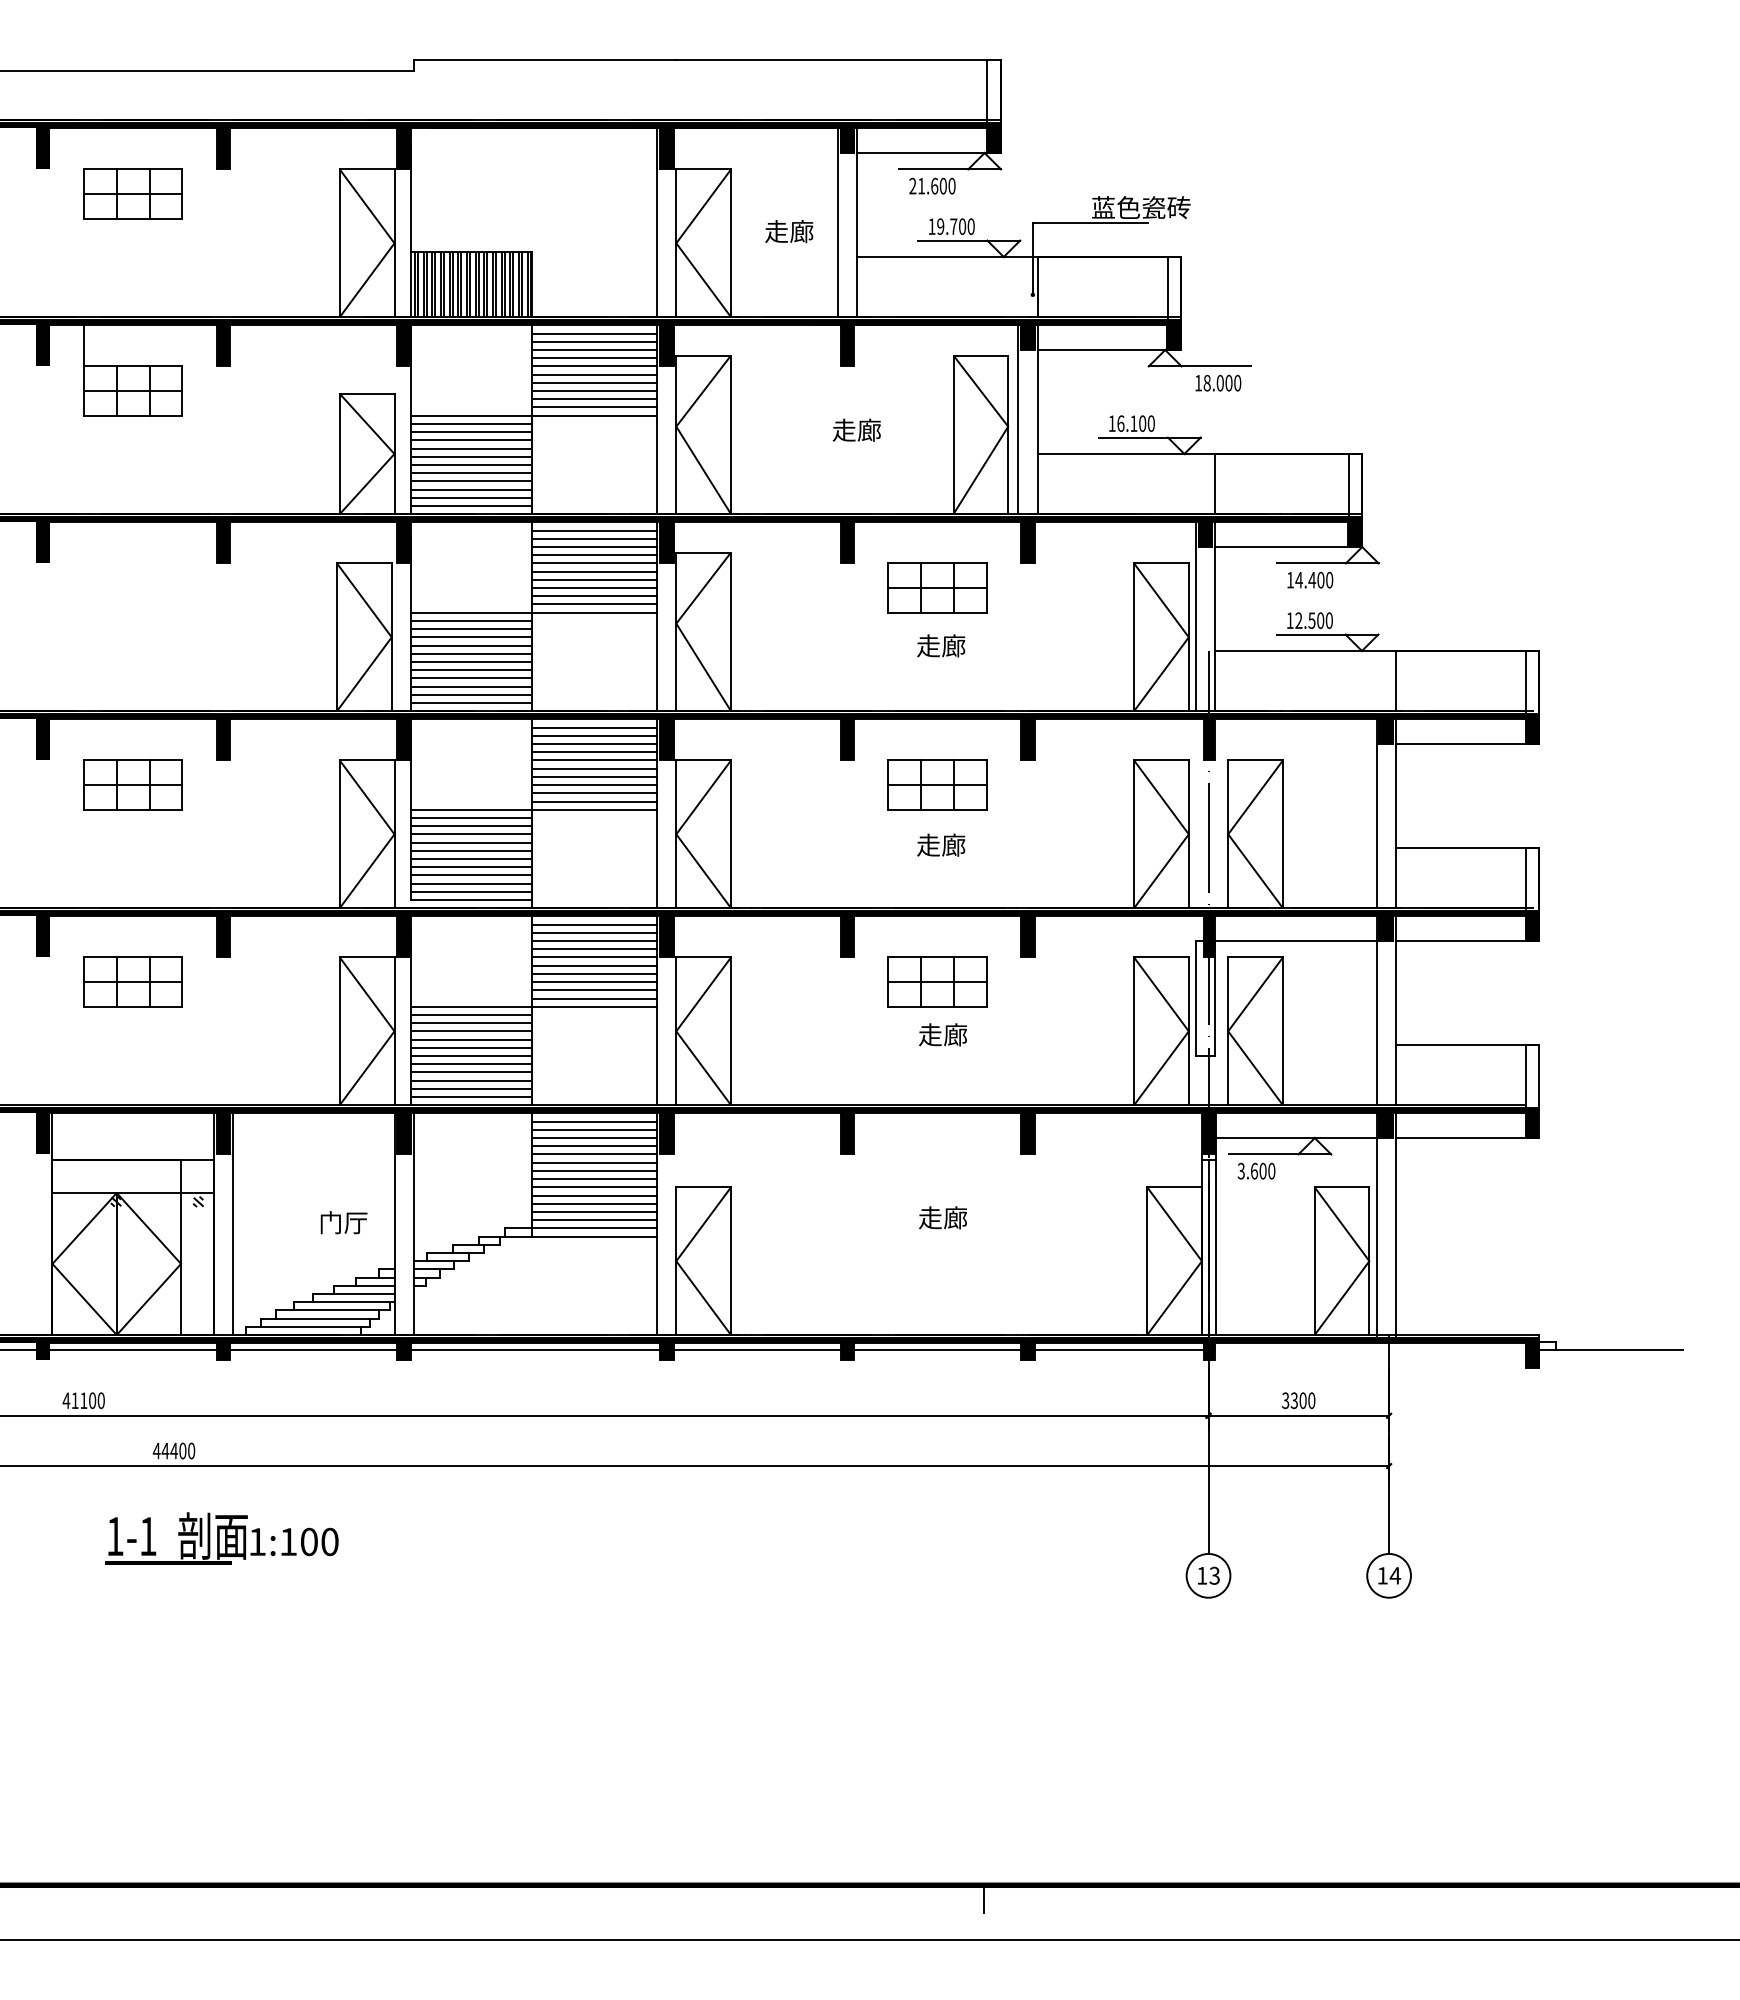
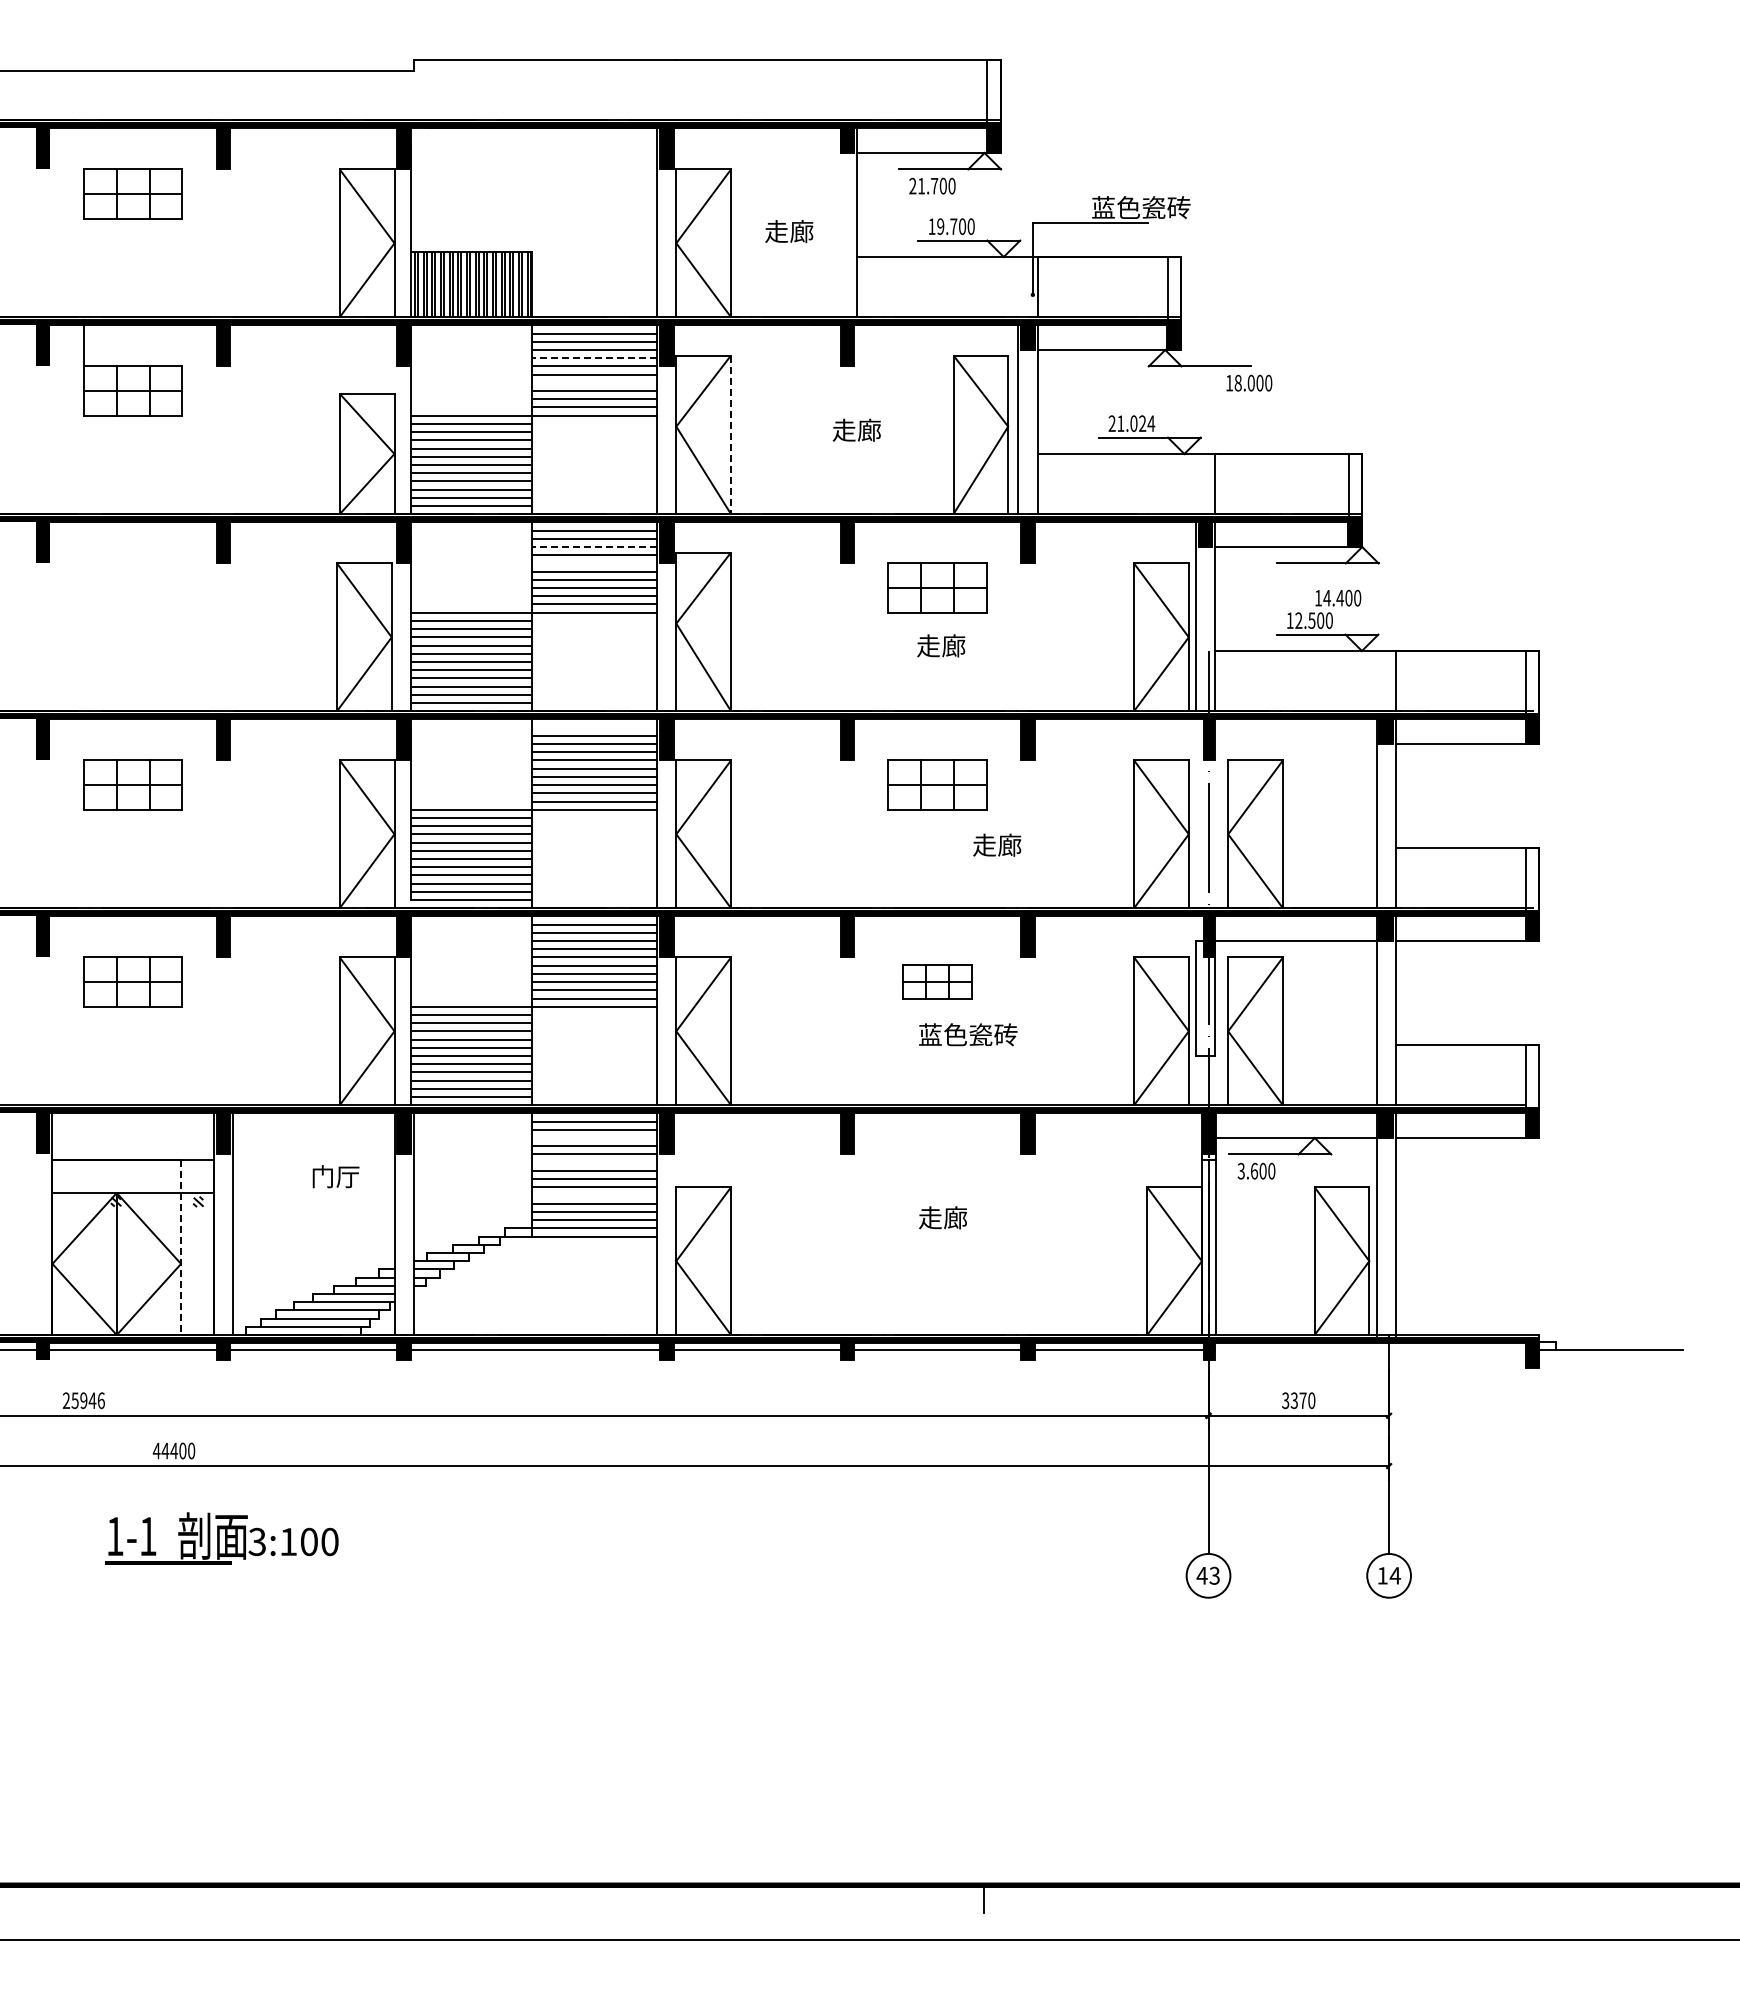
text at (934, 185): 21.600 -> 21.700
line at (837, 222): present -> none
line at (594, 358): solid -> dashed
line at (594, 382): present -> none
text at (1218, 382) position: (1218, 382) -> (1249, 382)
text at (1131, 423): 16.100 -> 21.024
line at (731, 435): solid -> dashed
line at (594, 547): solid -> dashed
line at (594, 563): present -> none
text at (1310, 579) position: (1310, 579) -> (1338, 597)
line at (594, 727): present -> none
text at (941, 844) position: (941, 844) -> (997, 844)
part at (937, 981) size: 101x52 px -> 71x36 px
text at (968, 1034): 走廊 -> 蓝色瓷砖
line at (594, 1138): present -> none
line at (594, 1162): present -> none
line at (594, 1195): present -> none
text at (343, 1222) position: (343, 1222) -> (335, 1176)
line at (181, 1247): solid -> dashed
text at (83, 1400): 41100 -> 25946
text at (1302, 1400): 3300 -> 3370
text at (256, 1541): 1:100 -> 3:100
text at (1201, 1575): 13 -> 43
